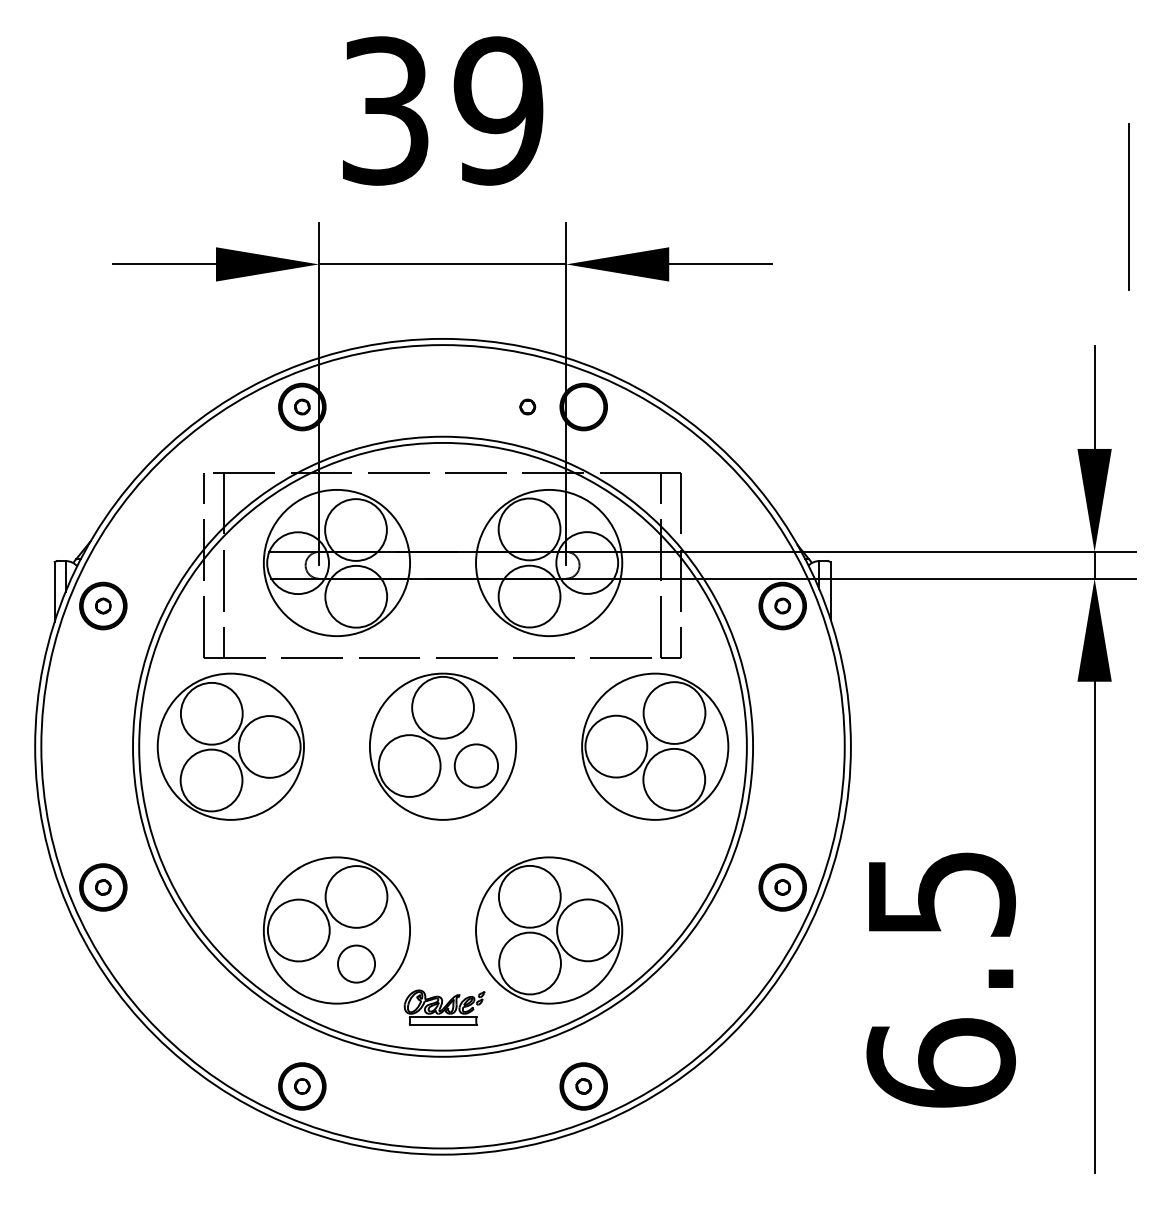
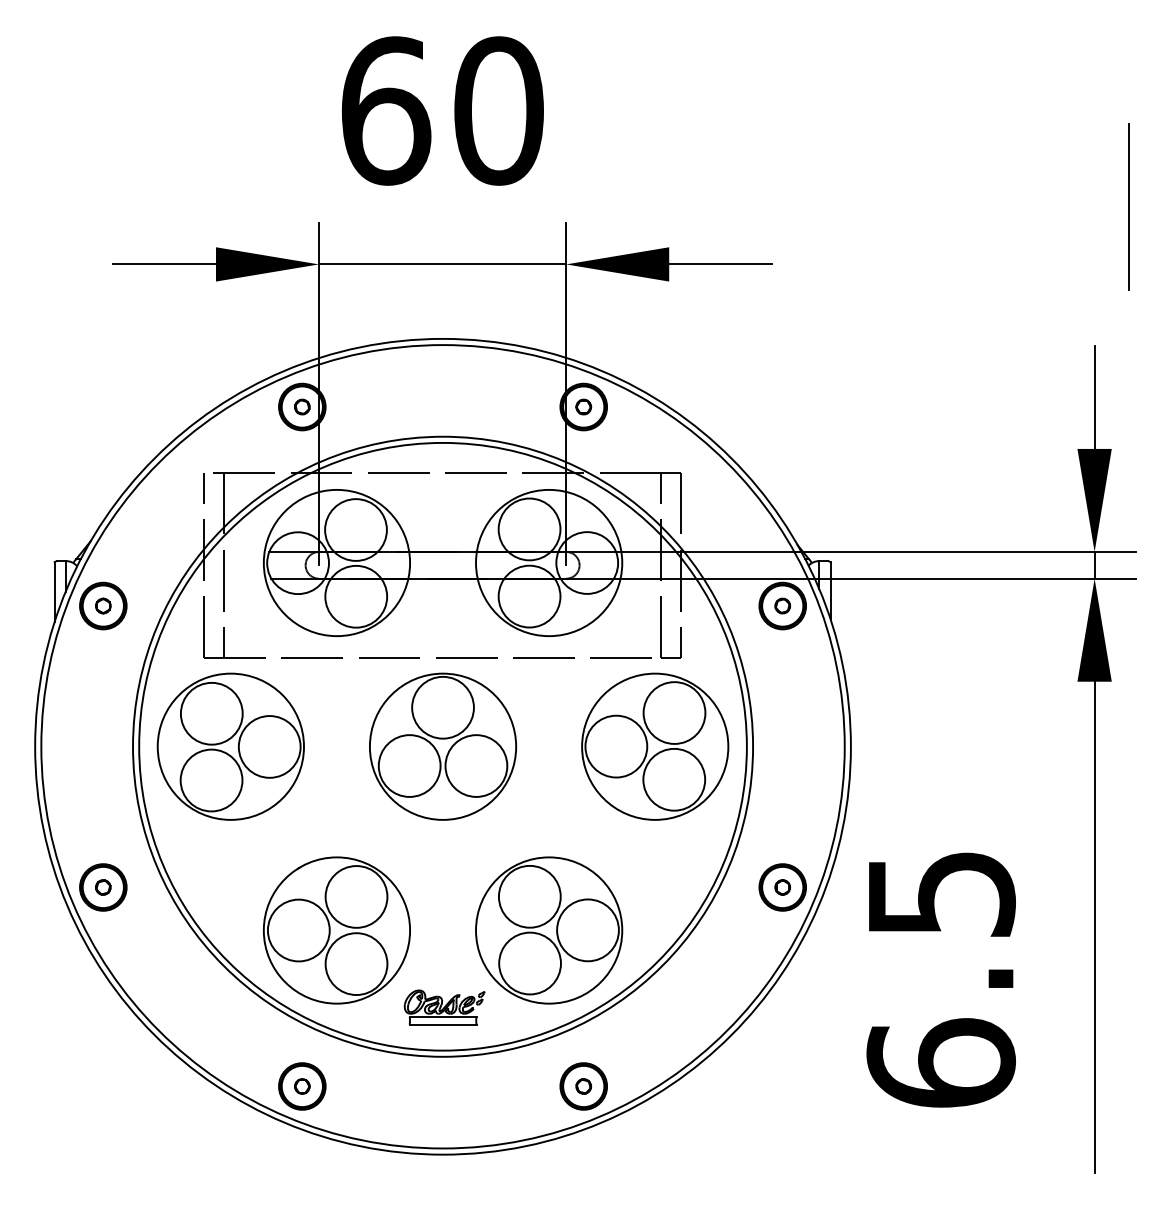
text at (442, 110): 39 -> 60
part at (527, 406) position: (527, 406) -> (583, 406)
circle at (476, 765) diameter: 43 px -> 62 px
circle at (356, 963) diameter: 37 px -> 62 px
